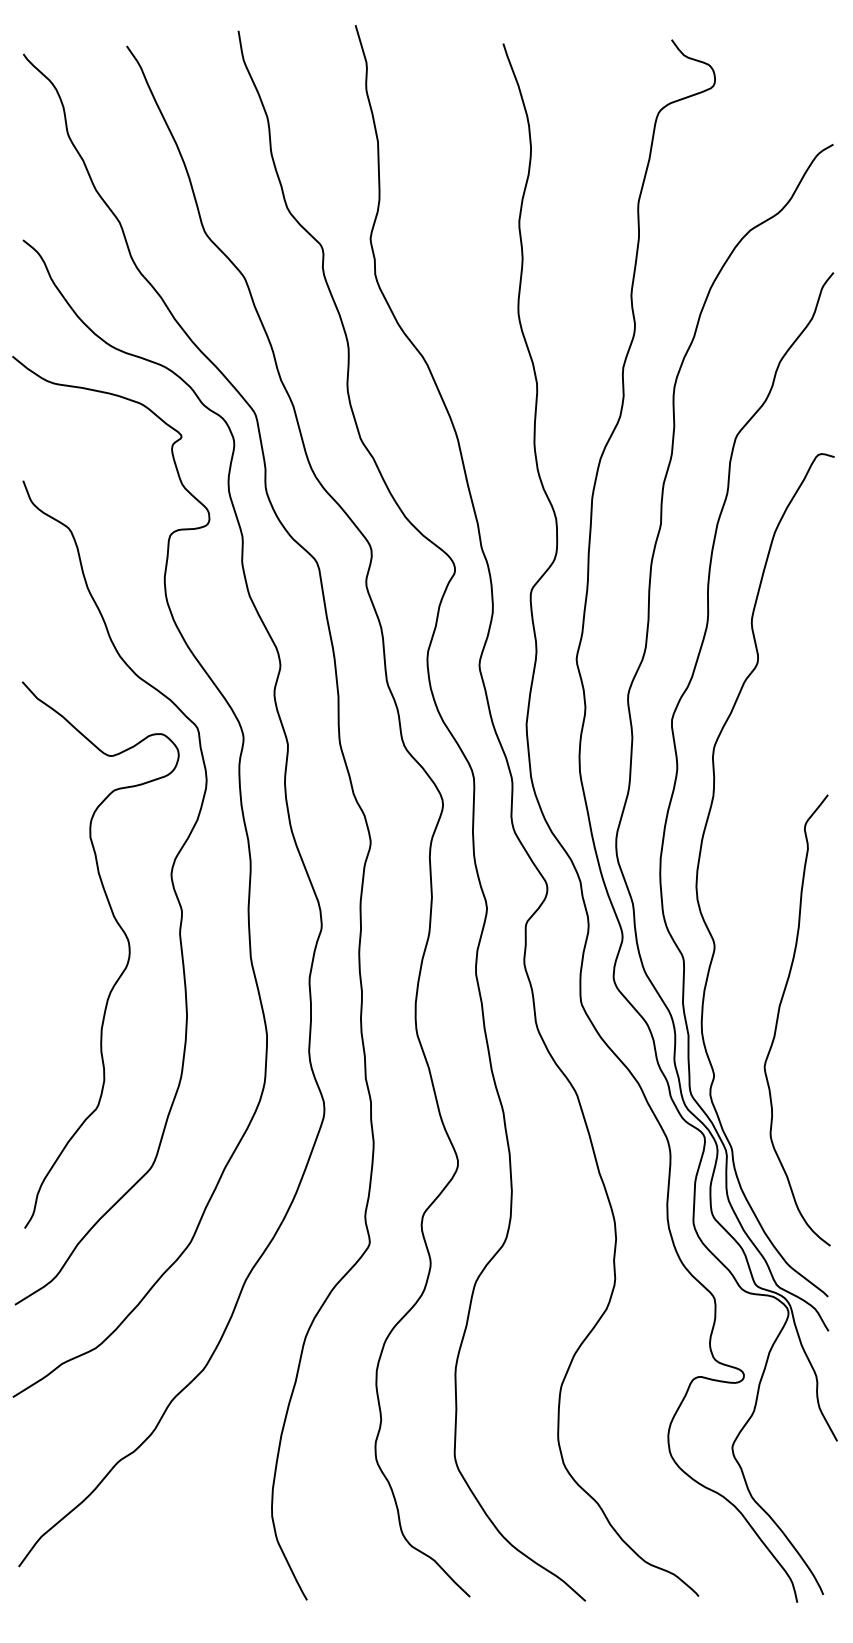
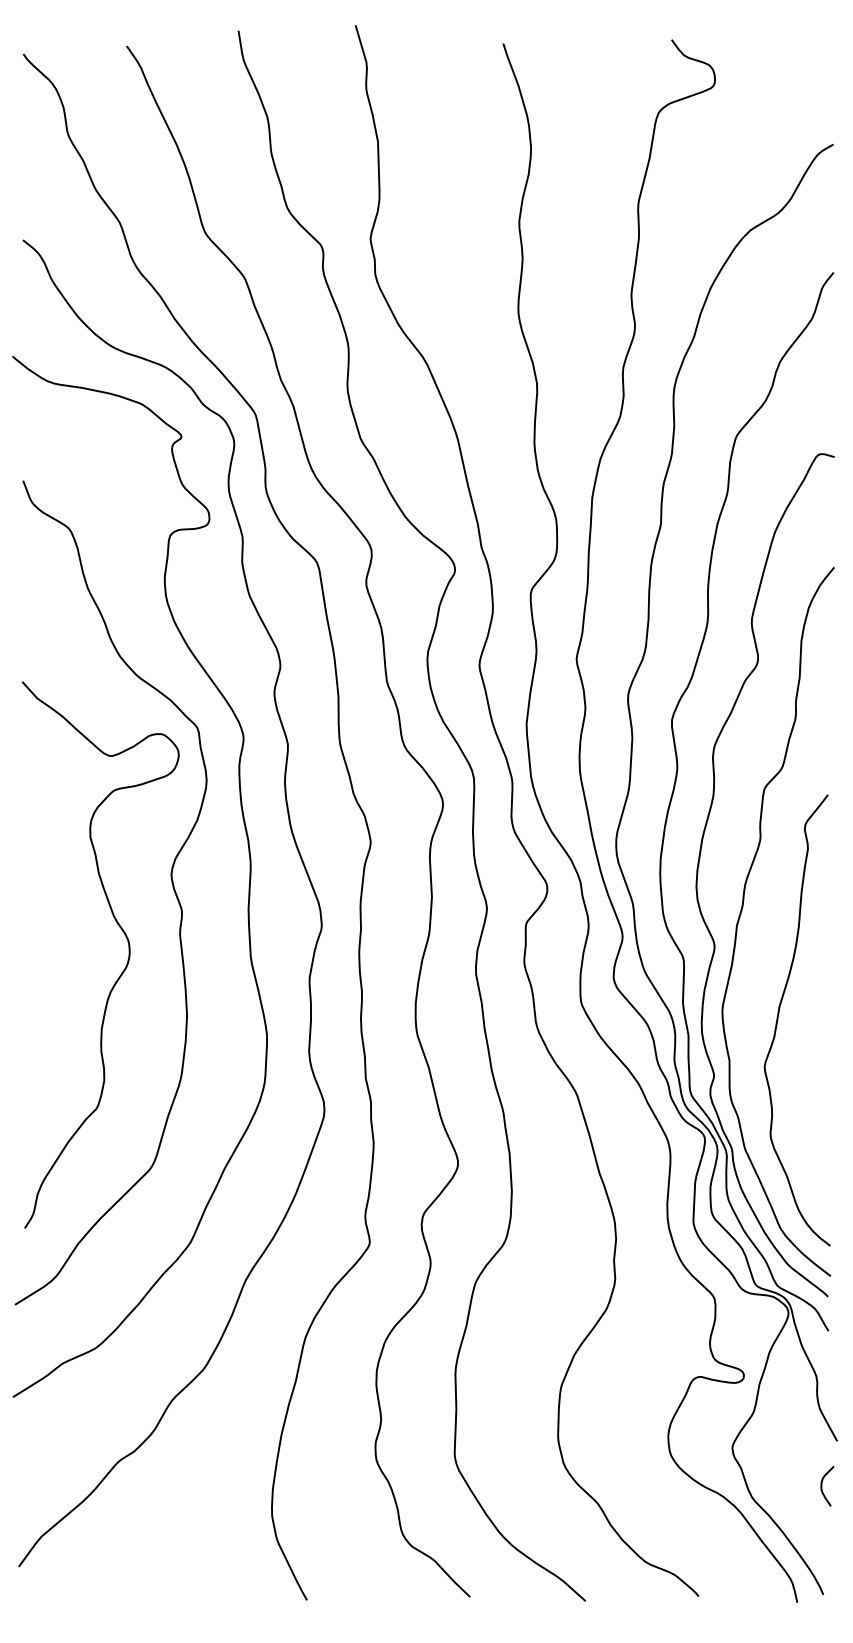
curve at (742, 911): none -> present
curve at (822, 1486): none -> present
